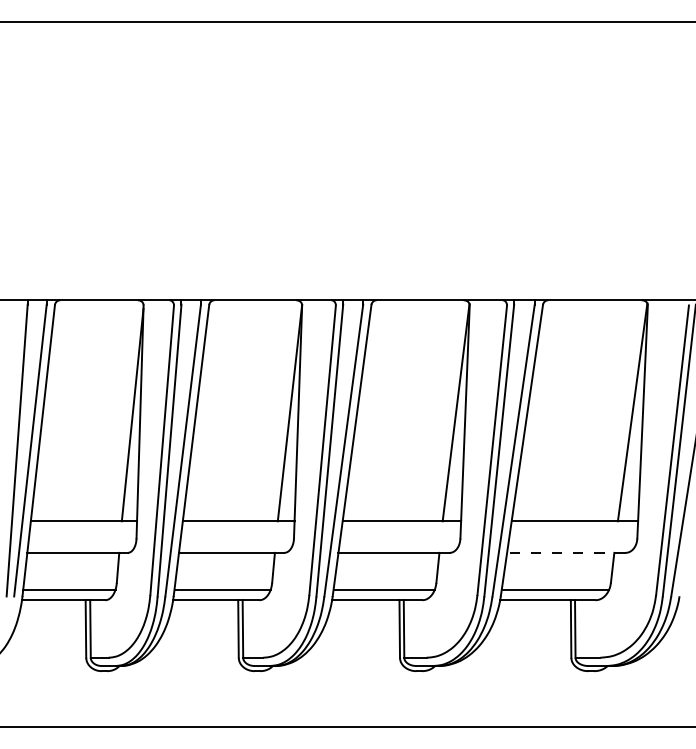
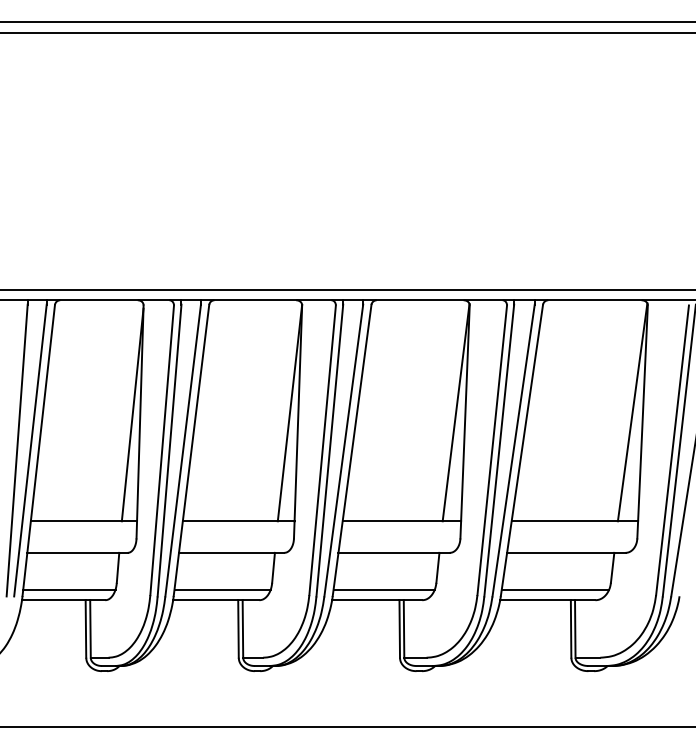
line at (347, 32): none -> present
line at (347, 289): none -> present
line at (565, 552): dashed -> solid
